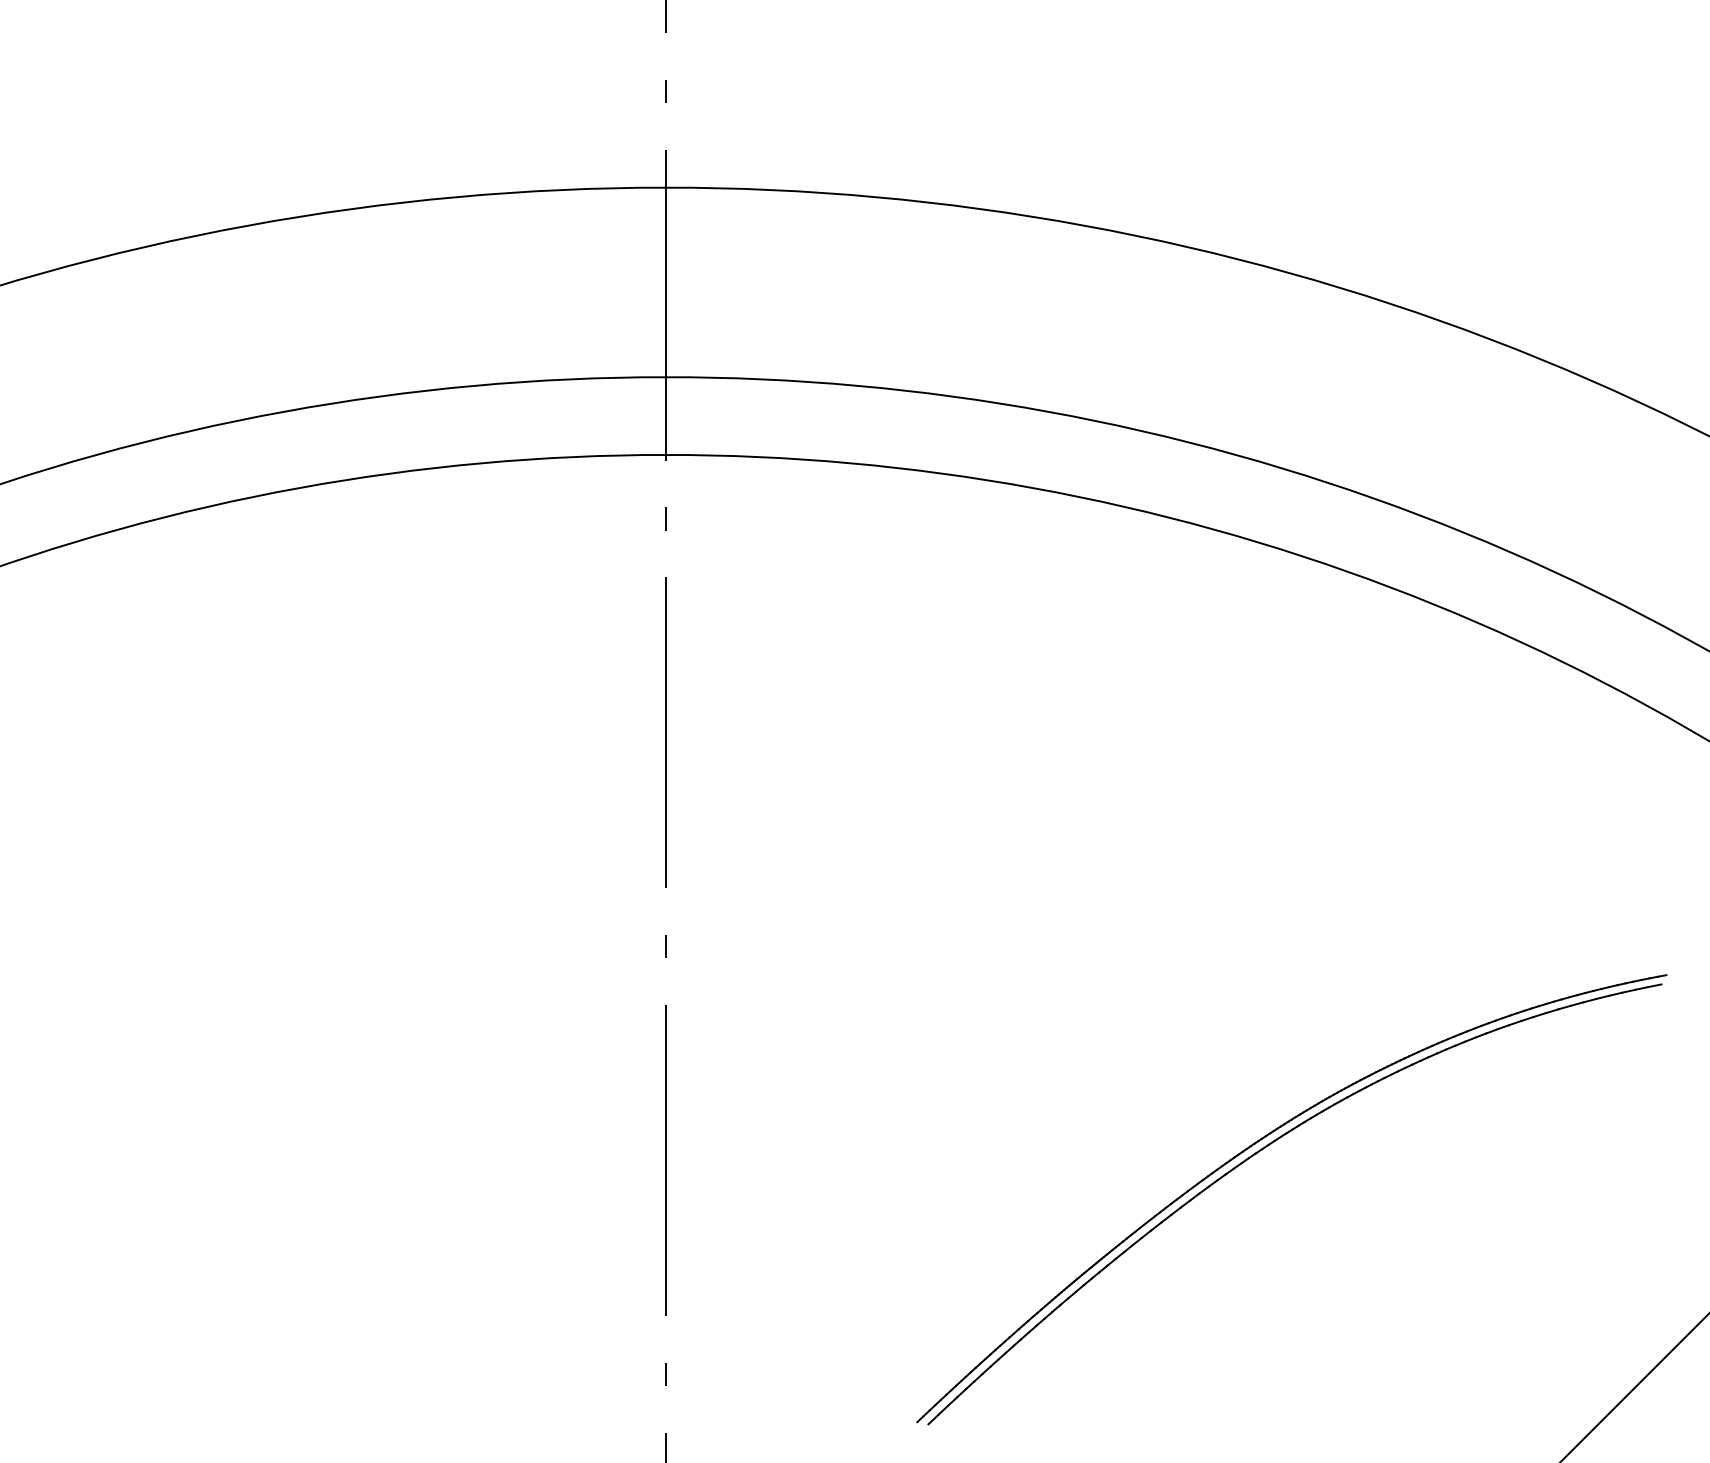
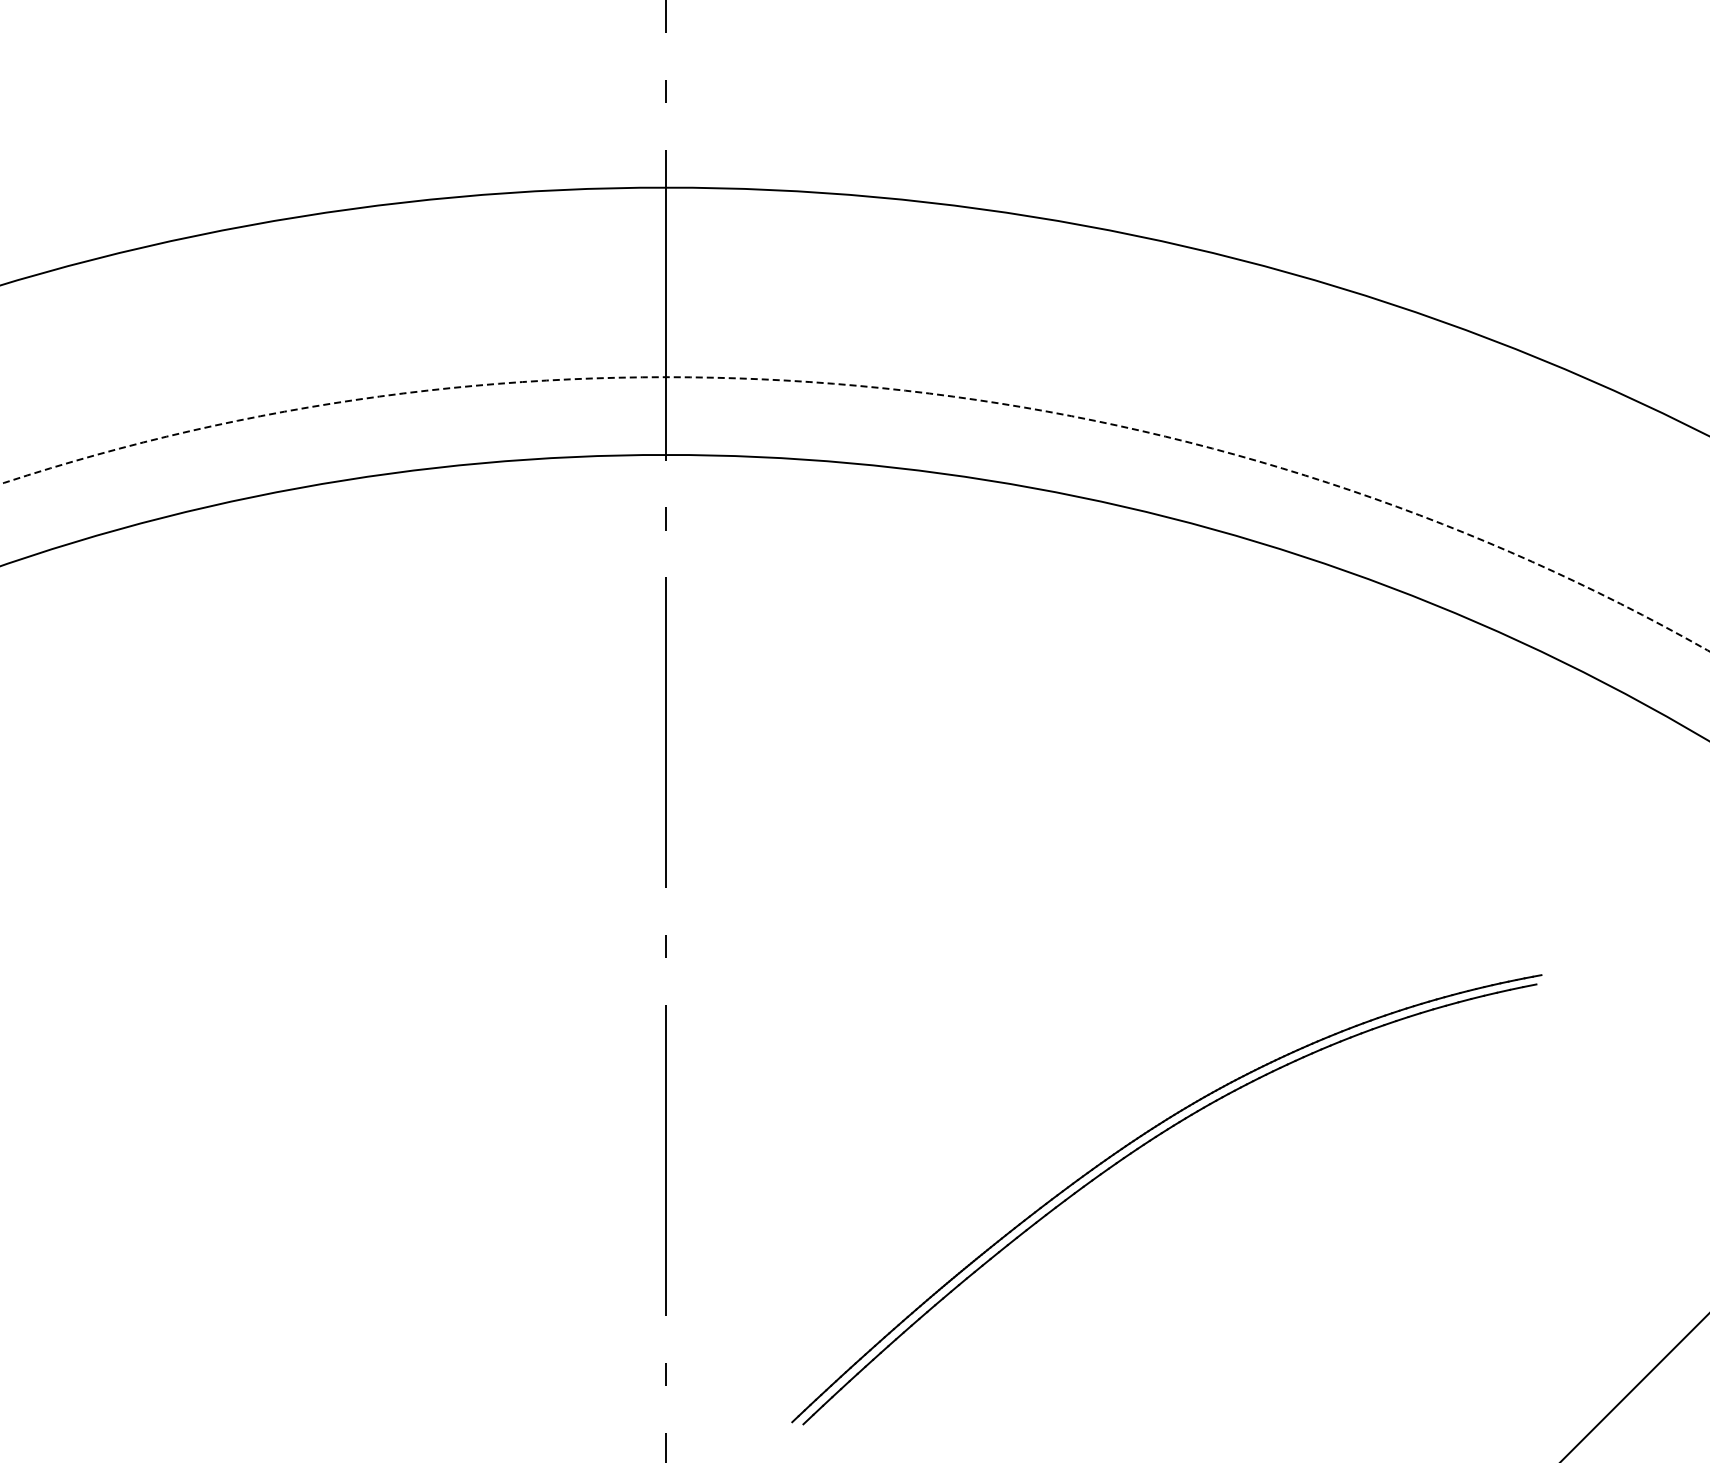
arc at (876, 387): solid -> dashed
part at (1259, 1152) position: (1259, 1152) -> (1134, 1152)
